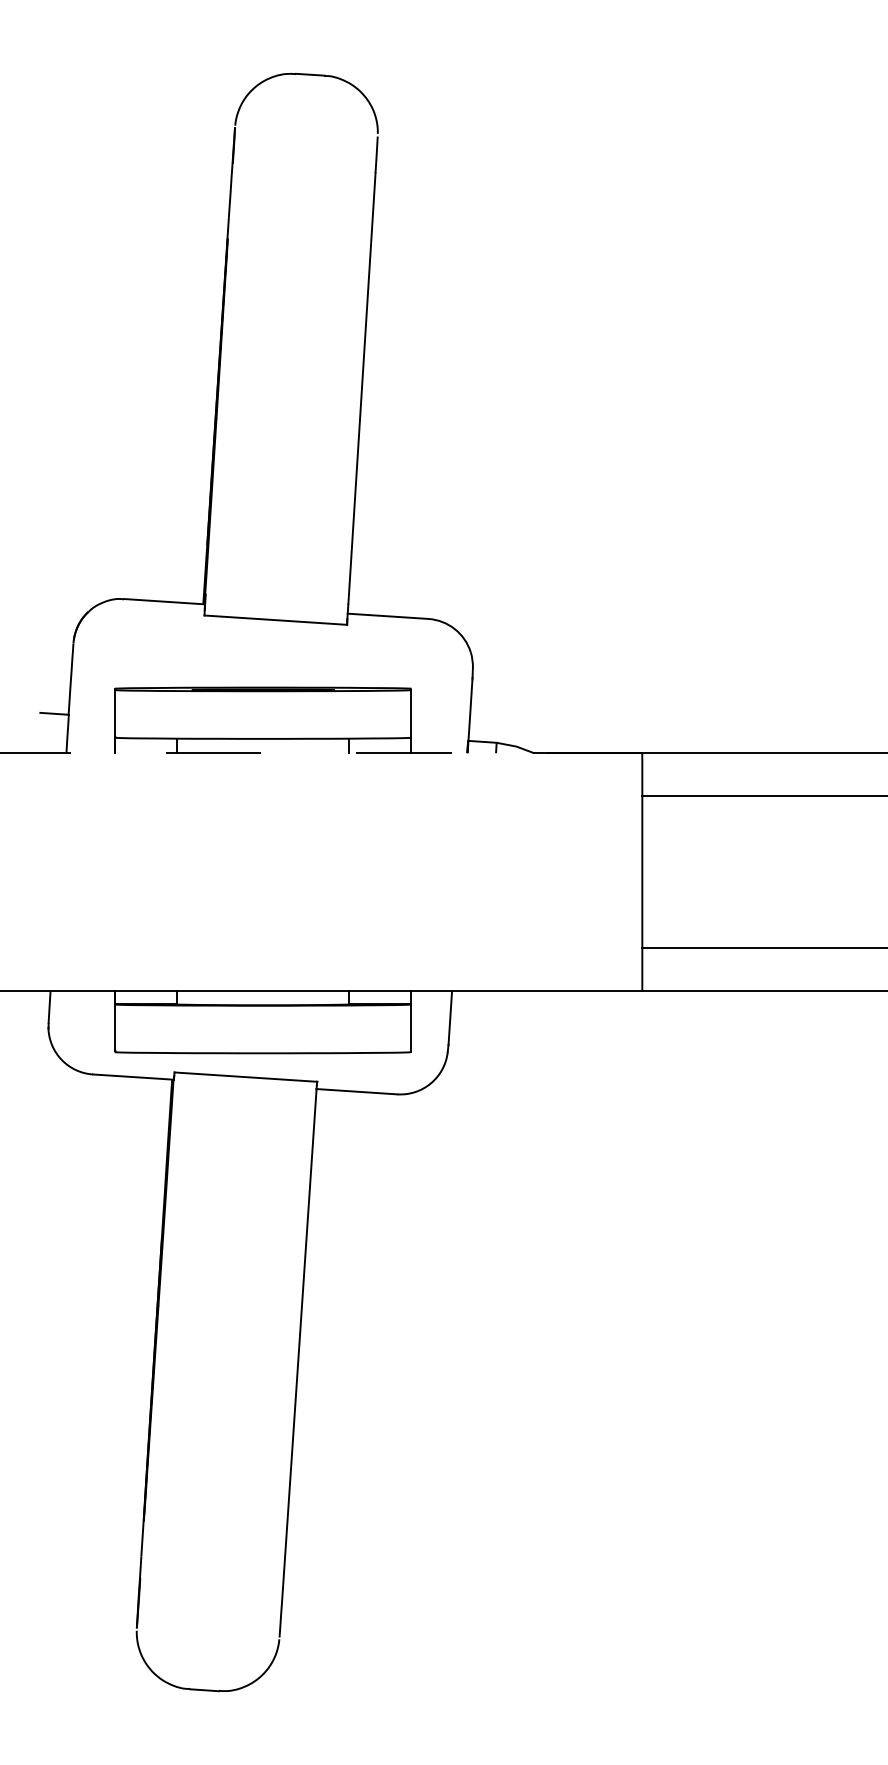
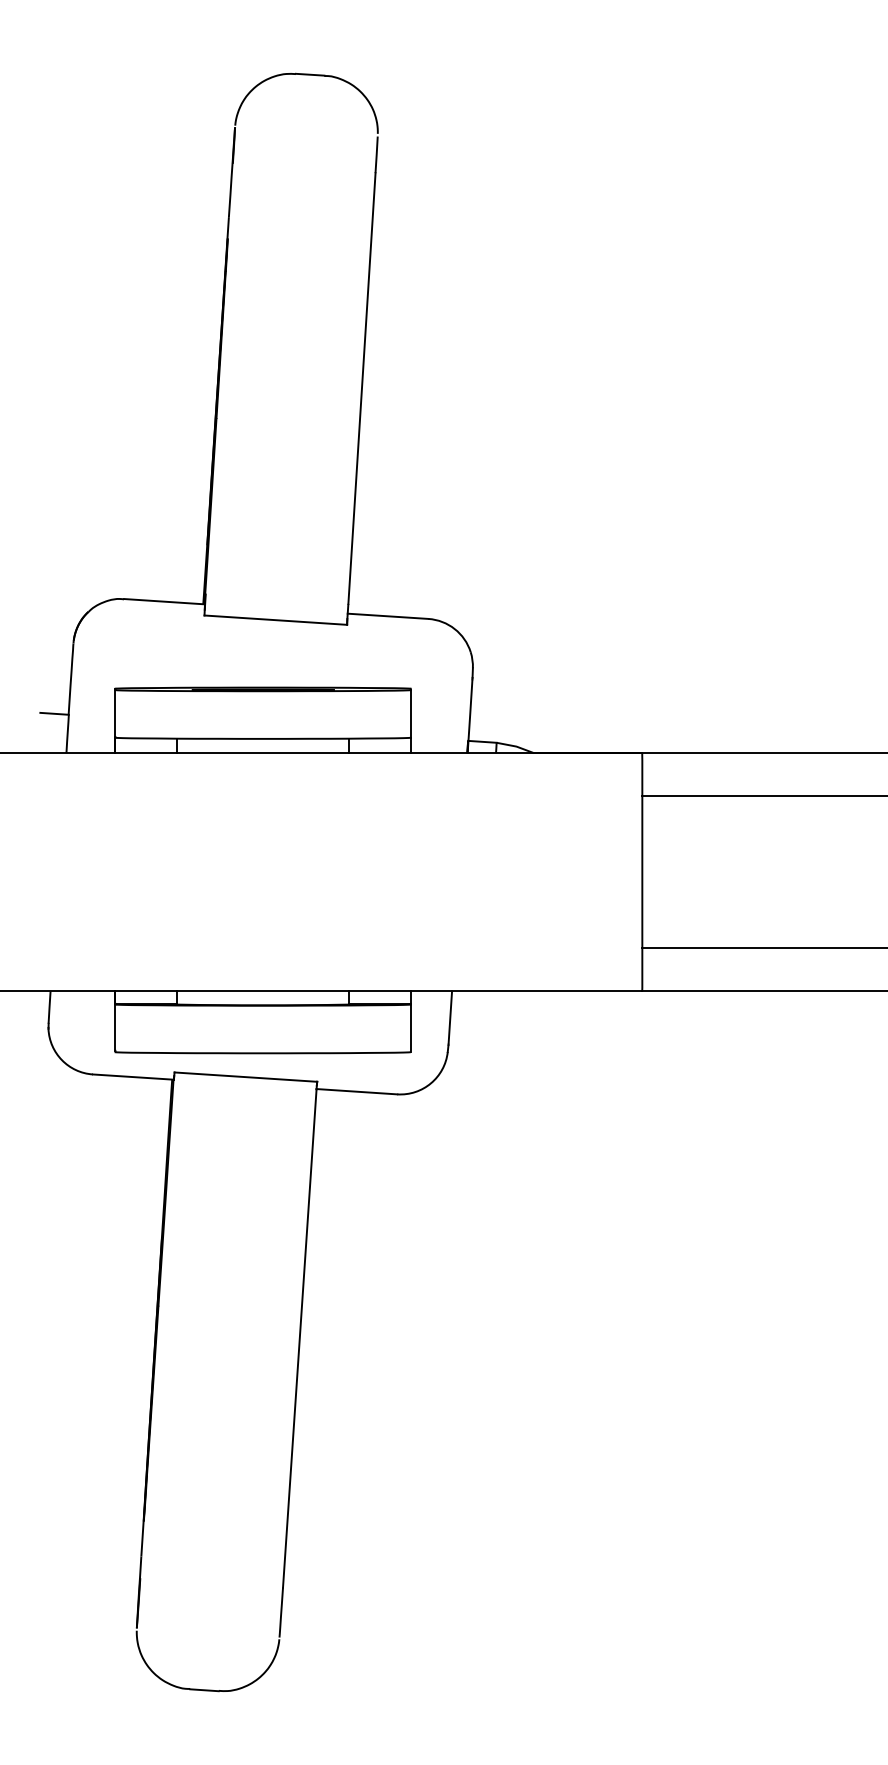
line at (321, 753): dashed -> solid
